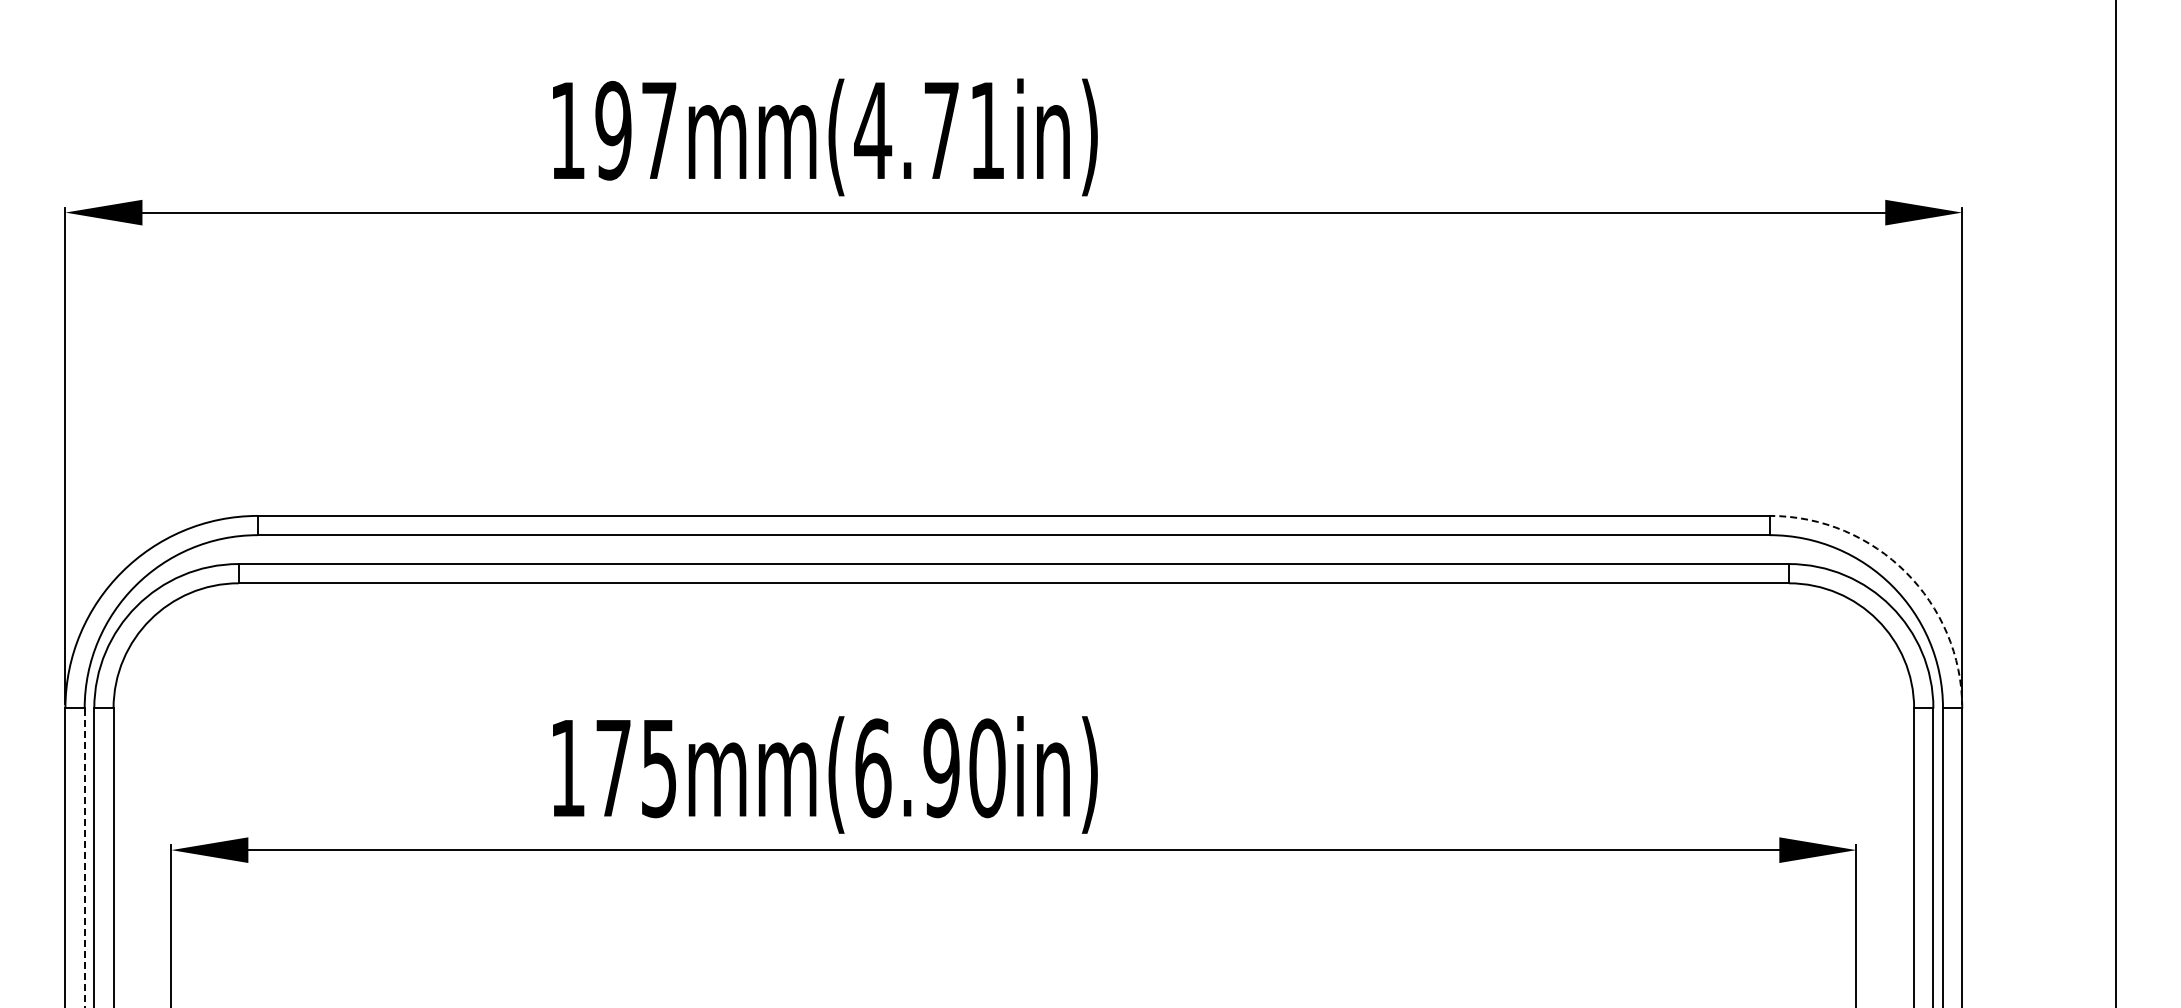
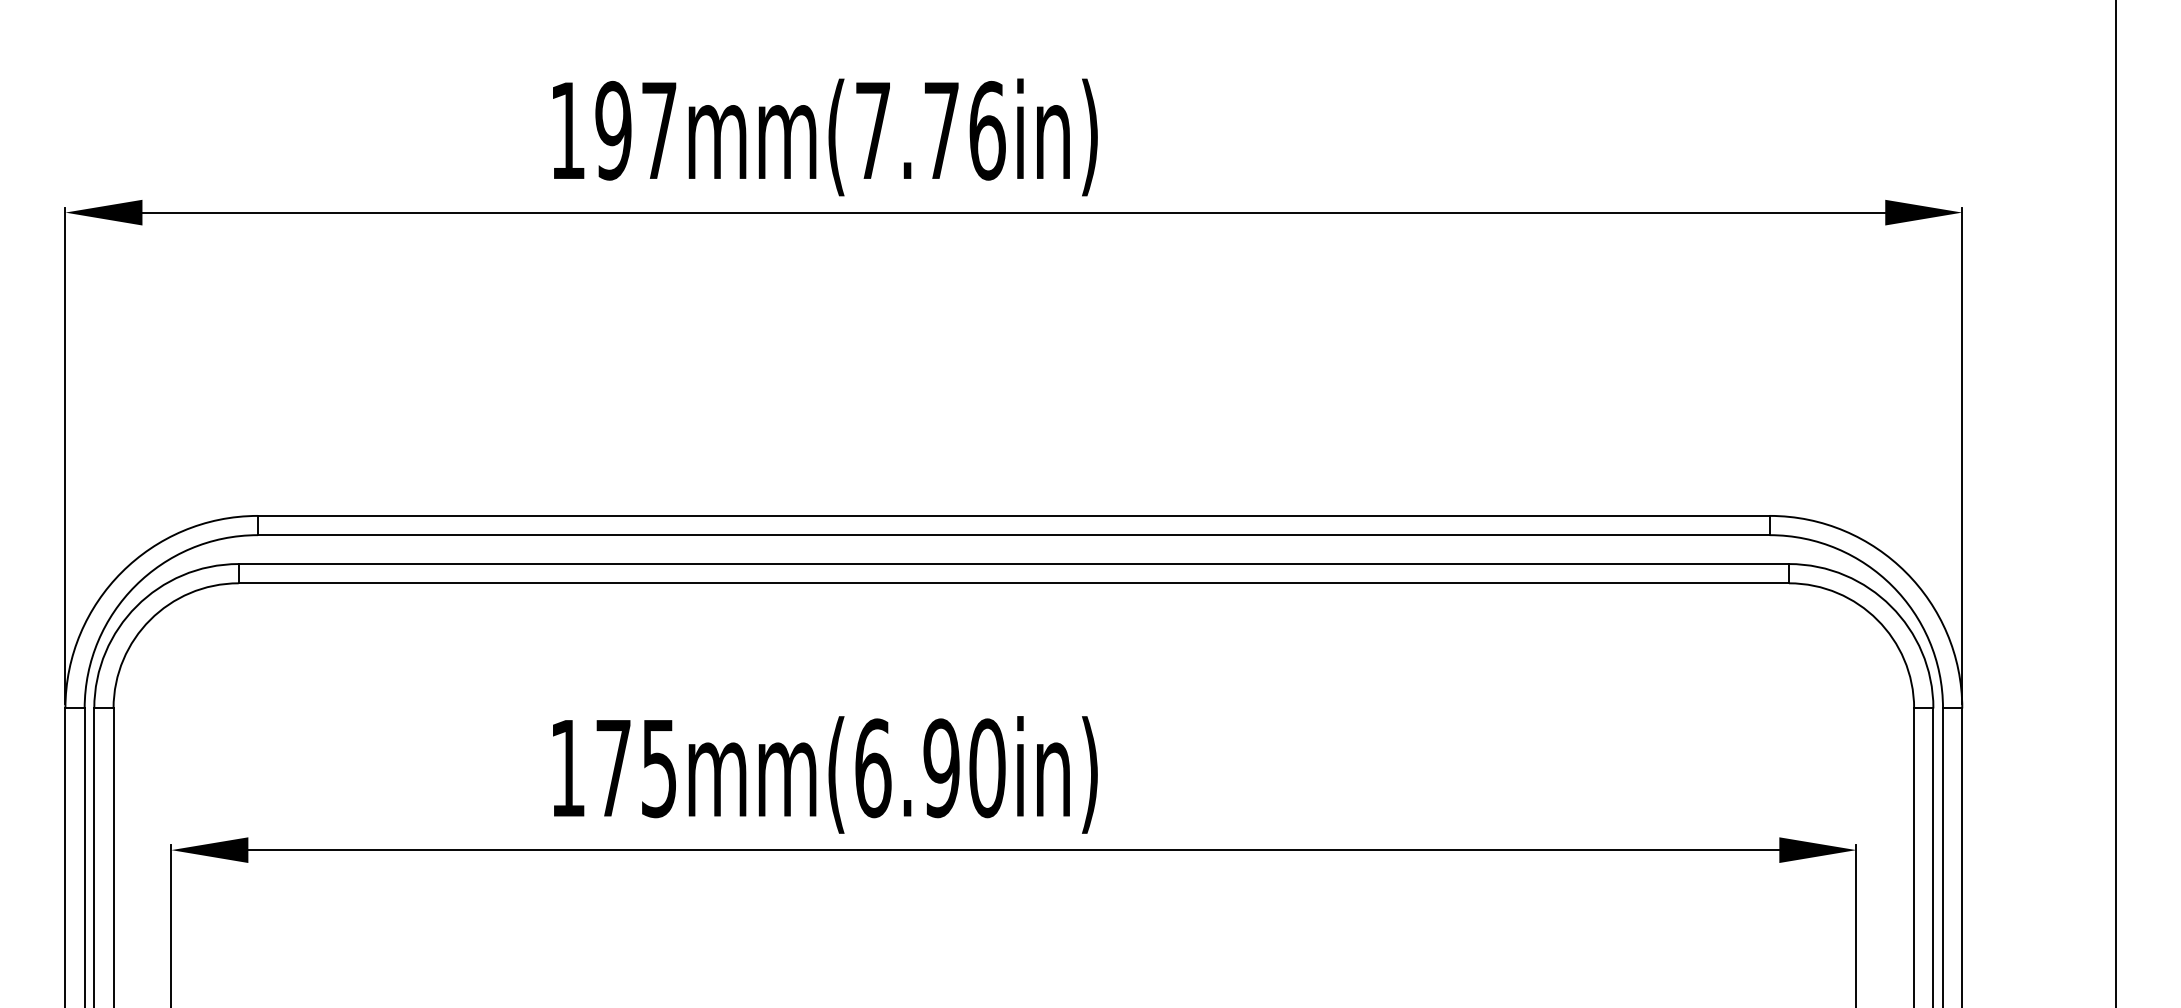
text at (929, 130): 197mm(4.71in) -> 197mm(7.76in)
arc at (1905, 572): dashed -> solid
line at (84, 857): dashed -> solid
